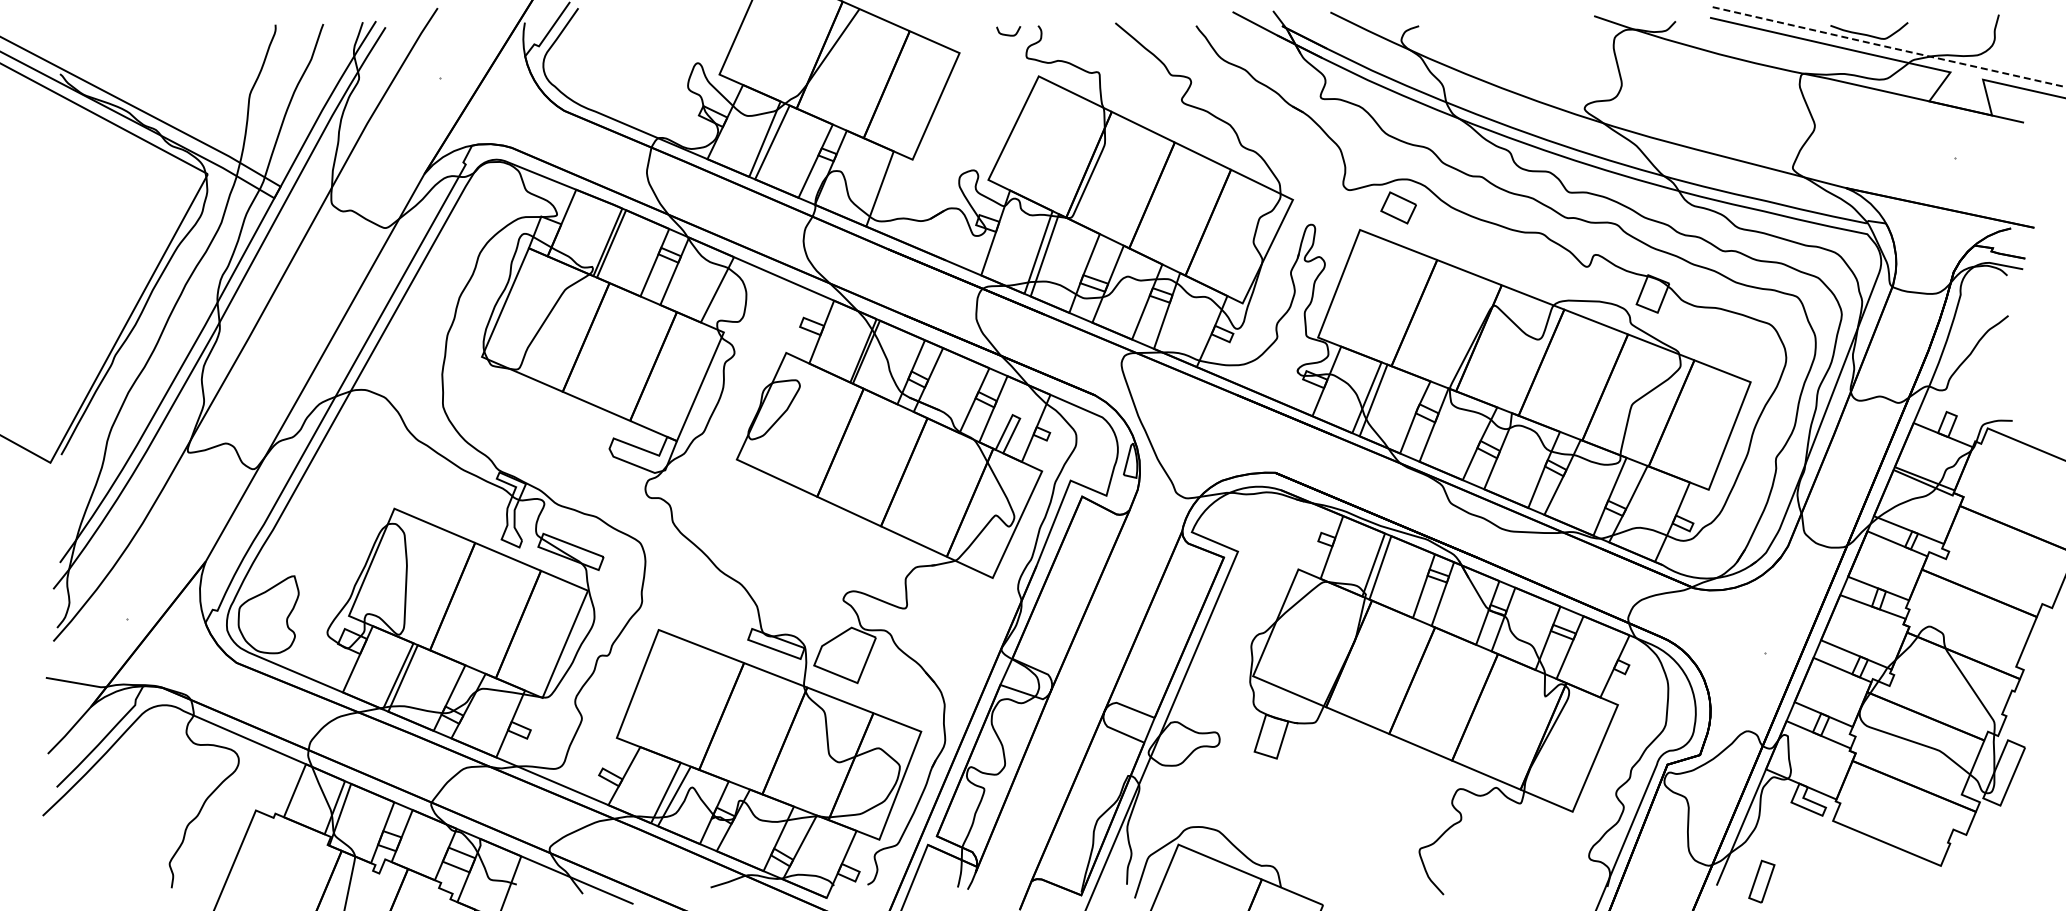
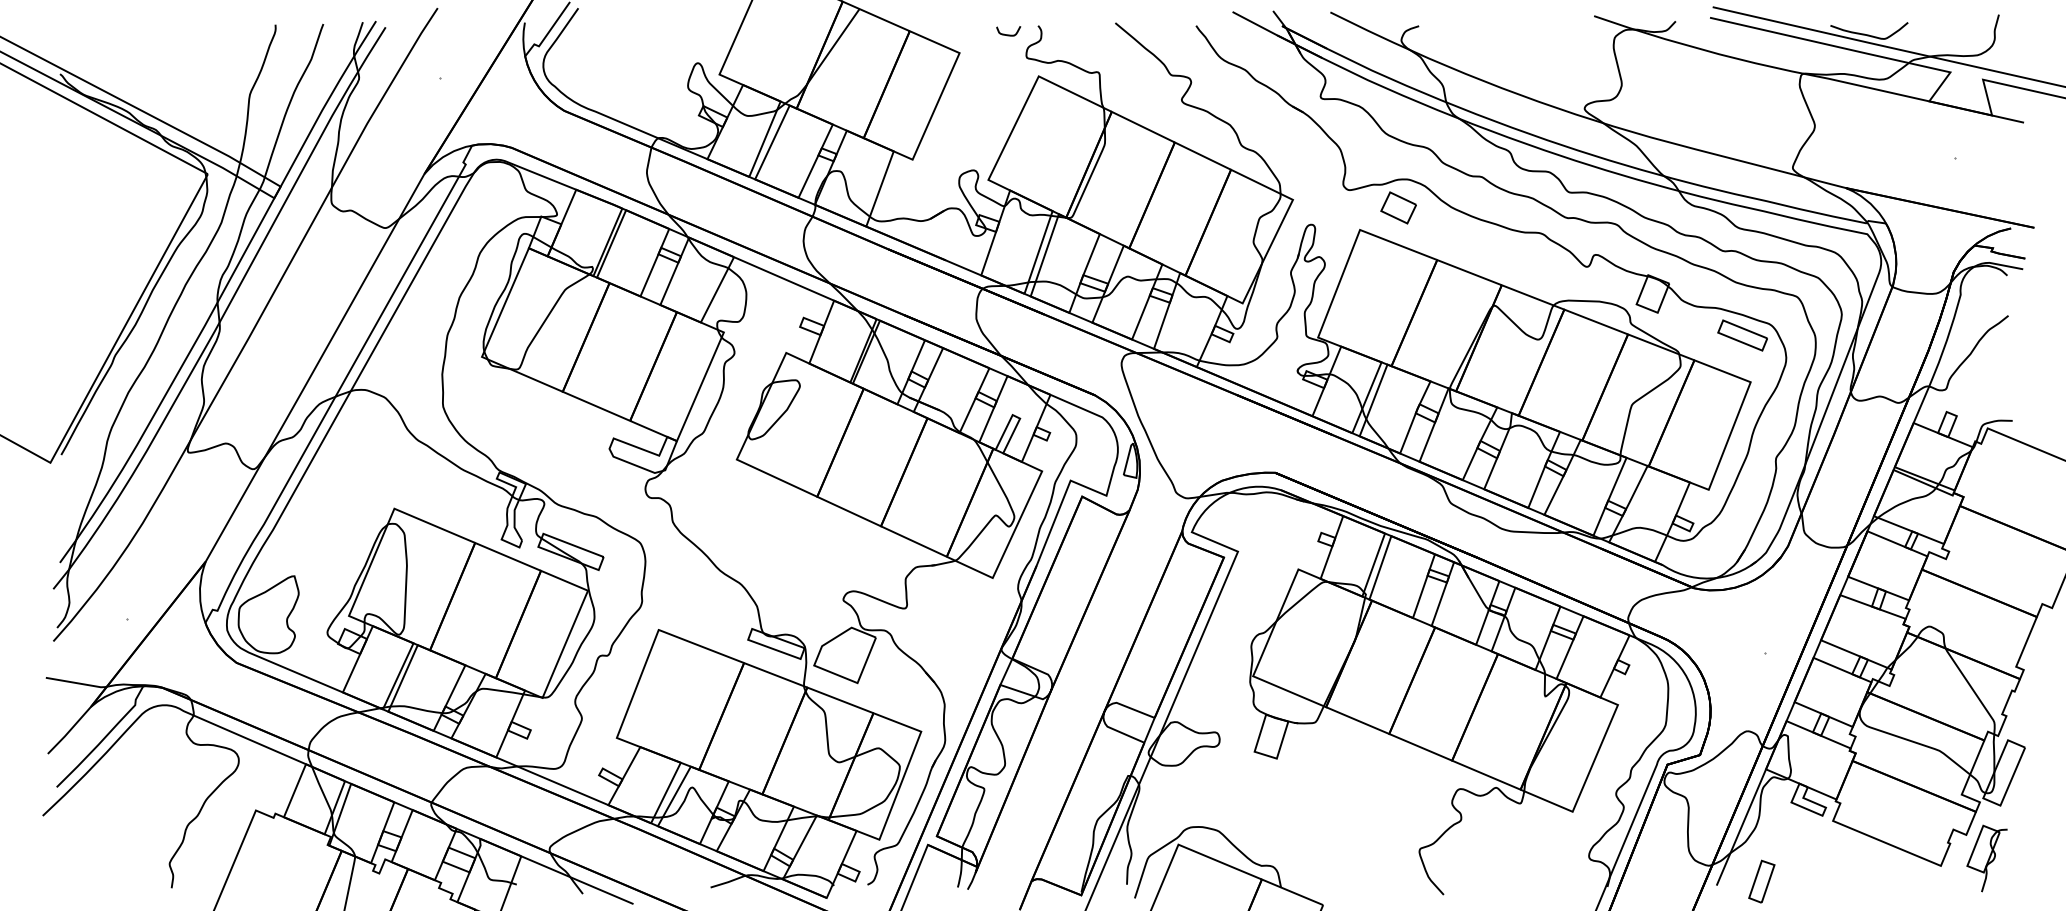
line at (1889, 47): dashed -> solid
part at (1742, 335): none -> present
part at (1986, 858): none -> present
